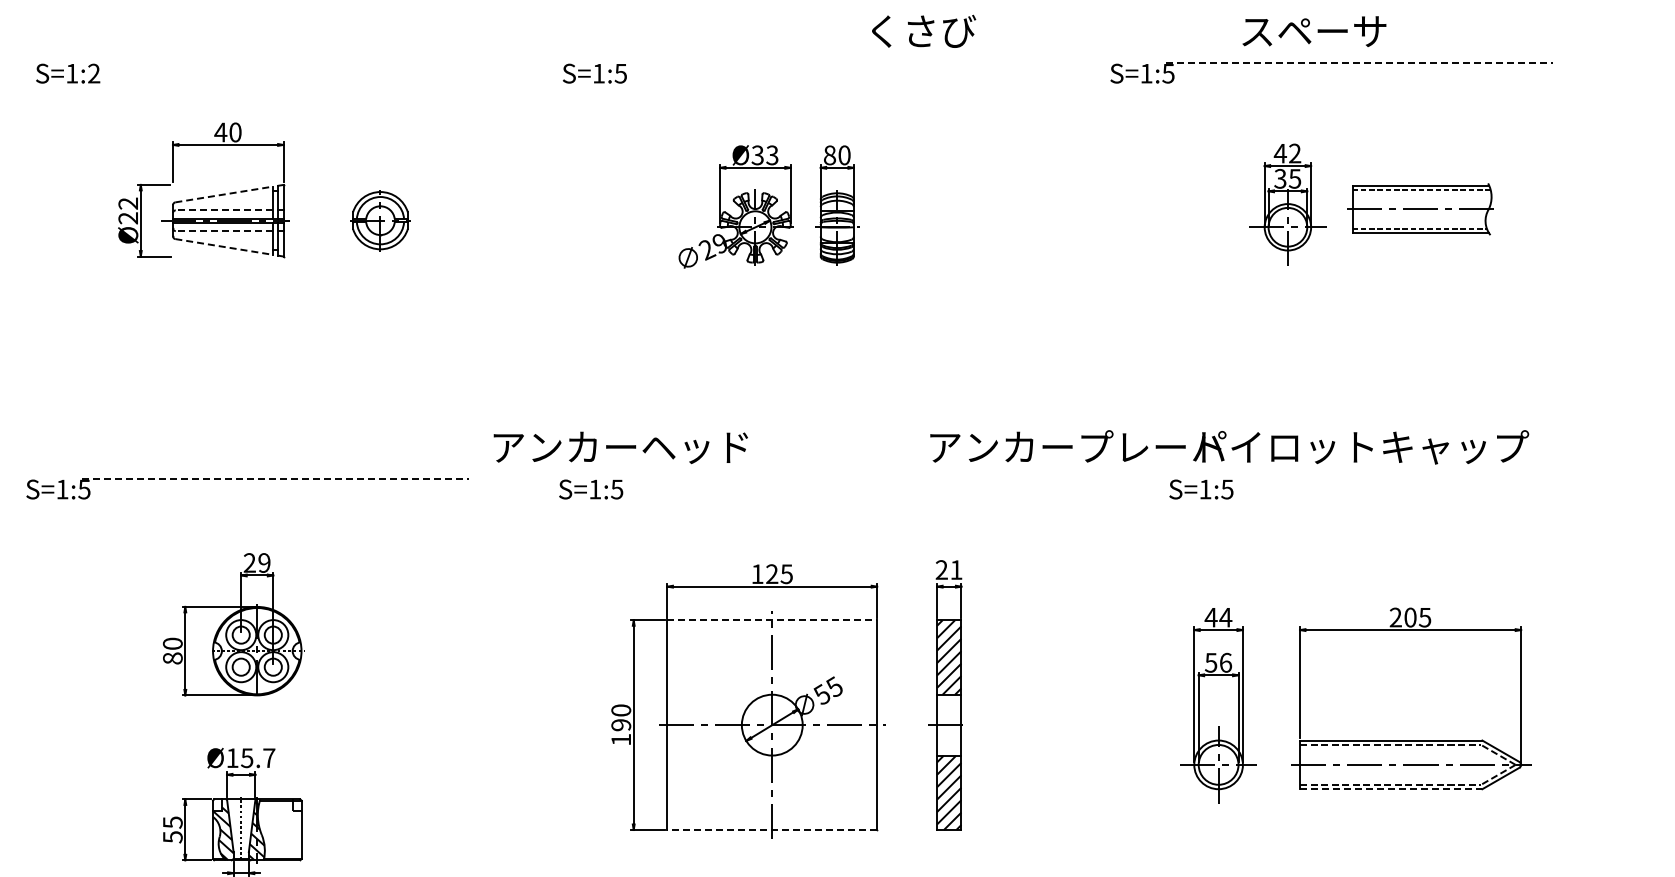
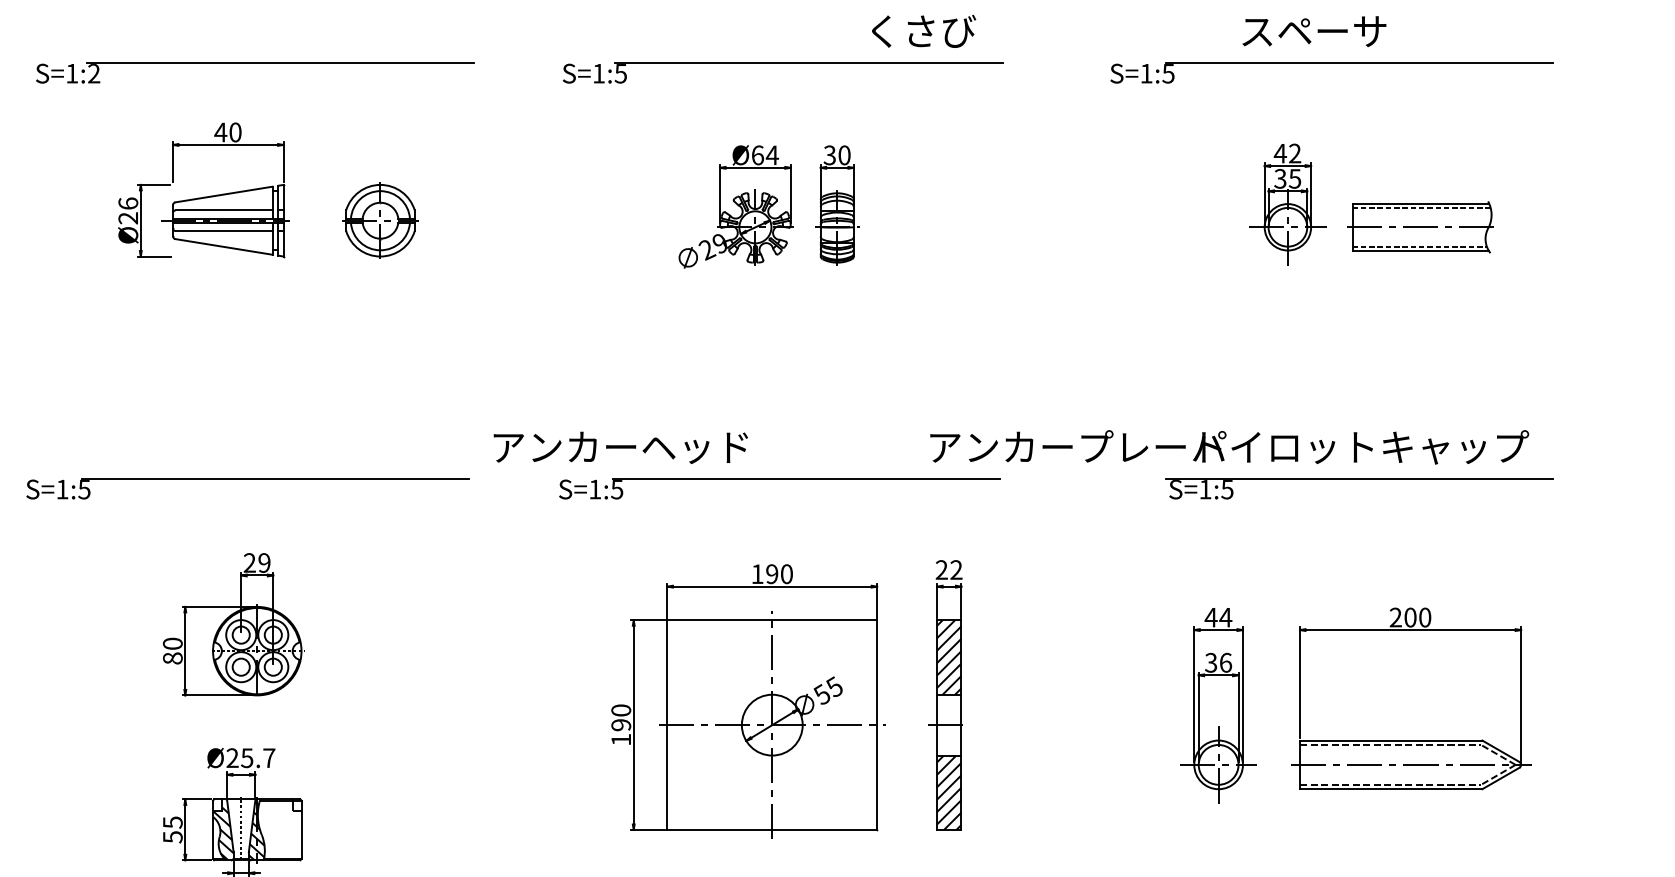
line at (279, 63): none -> present
line at (808, 63): none -> present
line at (1359, 63): dashed -> solid
text at (764, 155): Ø33 -> Ø64
text at (829, 155): 80 -> 30
line at (224, 194): dashed -> solid
text at (128, 203): Ø22 -> Ø26
part at (1420, 209) position: (1420, 209) -> (1420, 227)
line at (223, 210): dashed -> solid
part at (380, 220) size: 61x62 px -> 77x77 px
line at (223, 231): dashed -> solid
line at (224, 247): dashed -> solid
line at (275, 479): dashed -> solid
line at (805, 479): none -> present
line at (1359, 479): none -> present
text at (956, 569): 21 -> 22
text at (779, 574): 125 -> 190
text at (1425, 617): 205 -> 200
line at (772, 620): dashed -> solid
text at (1211, 662): 56 -> 36
text at (232, 757): Ø15.7 -> Ø25.7
line at (1391, 789): dashed -> solid
line at (772, 829): dashed -> solid
